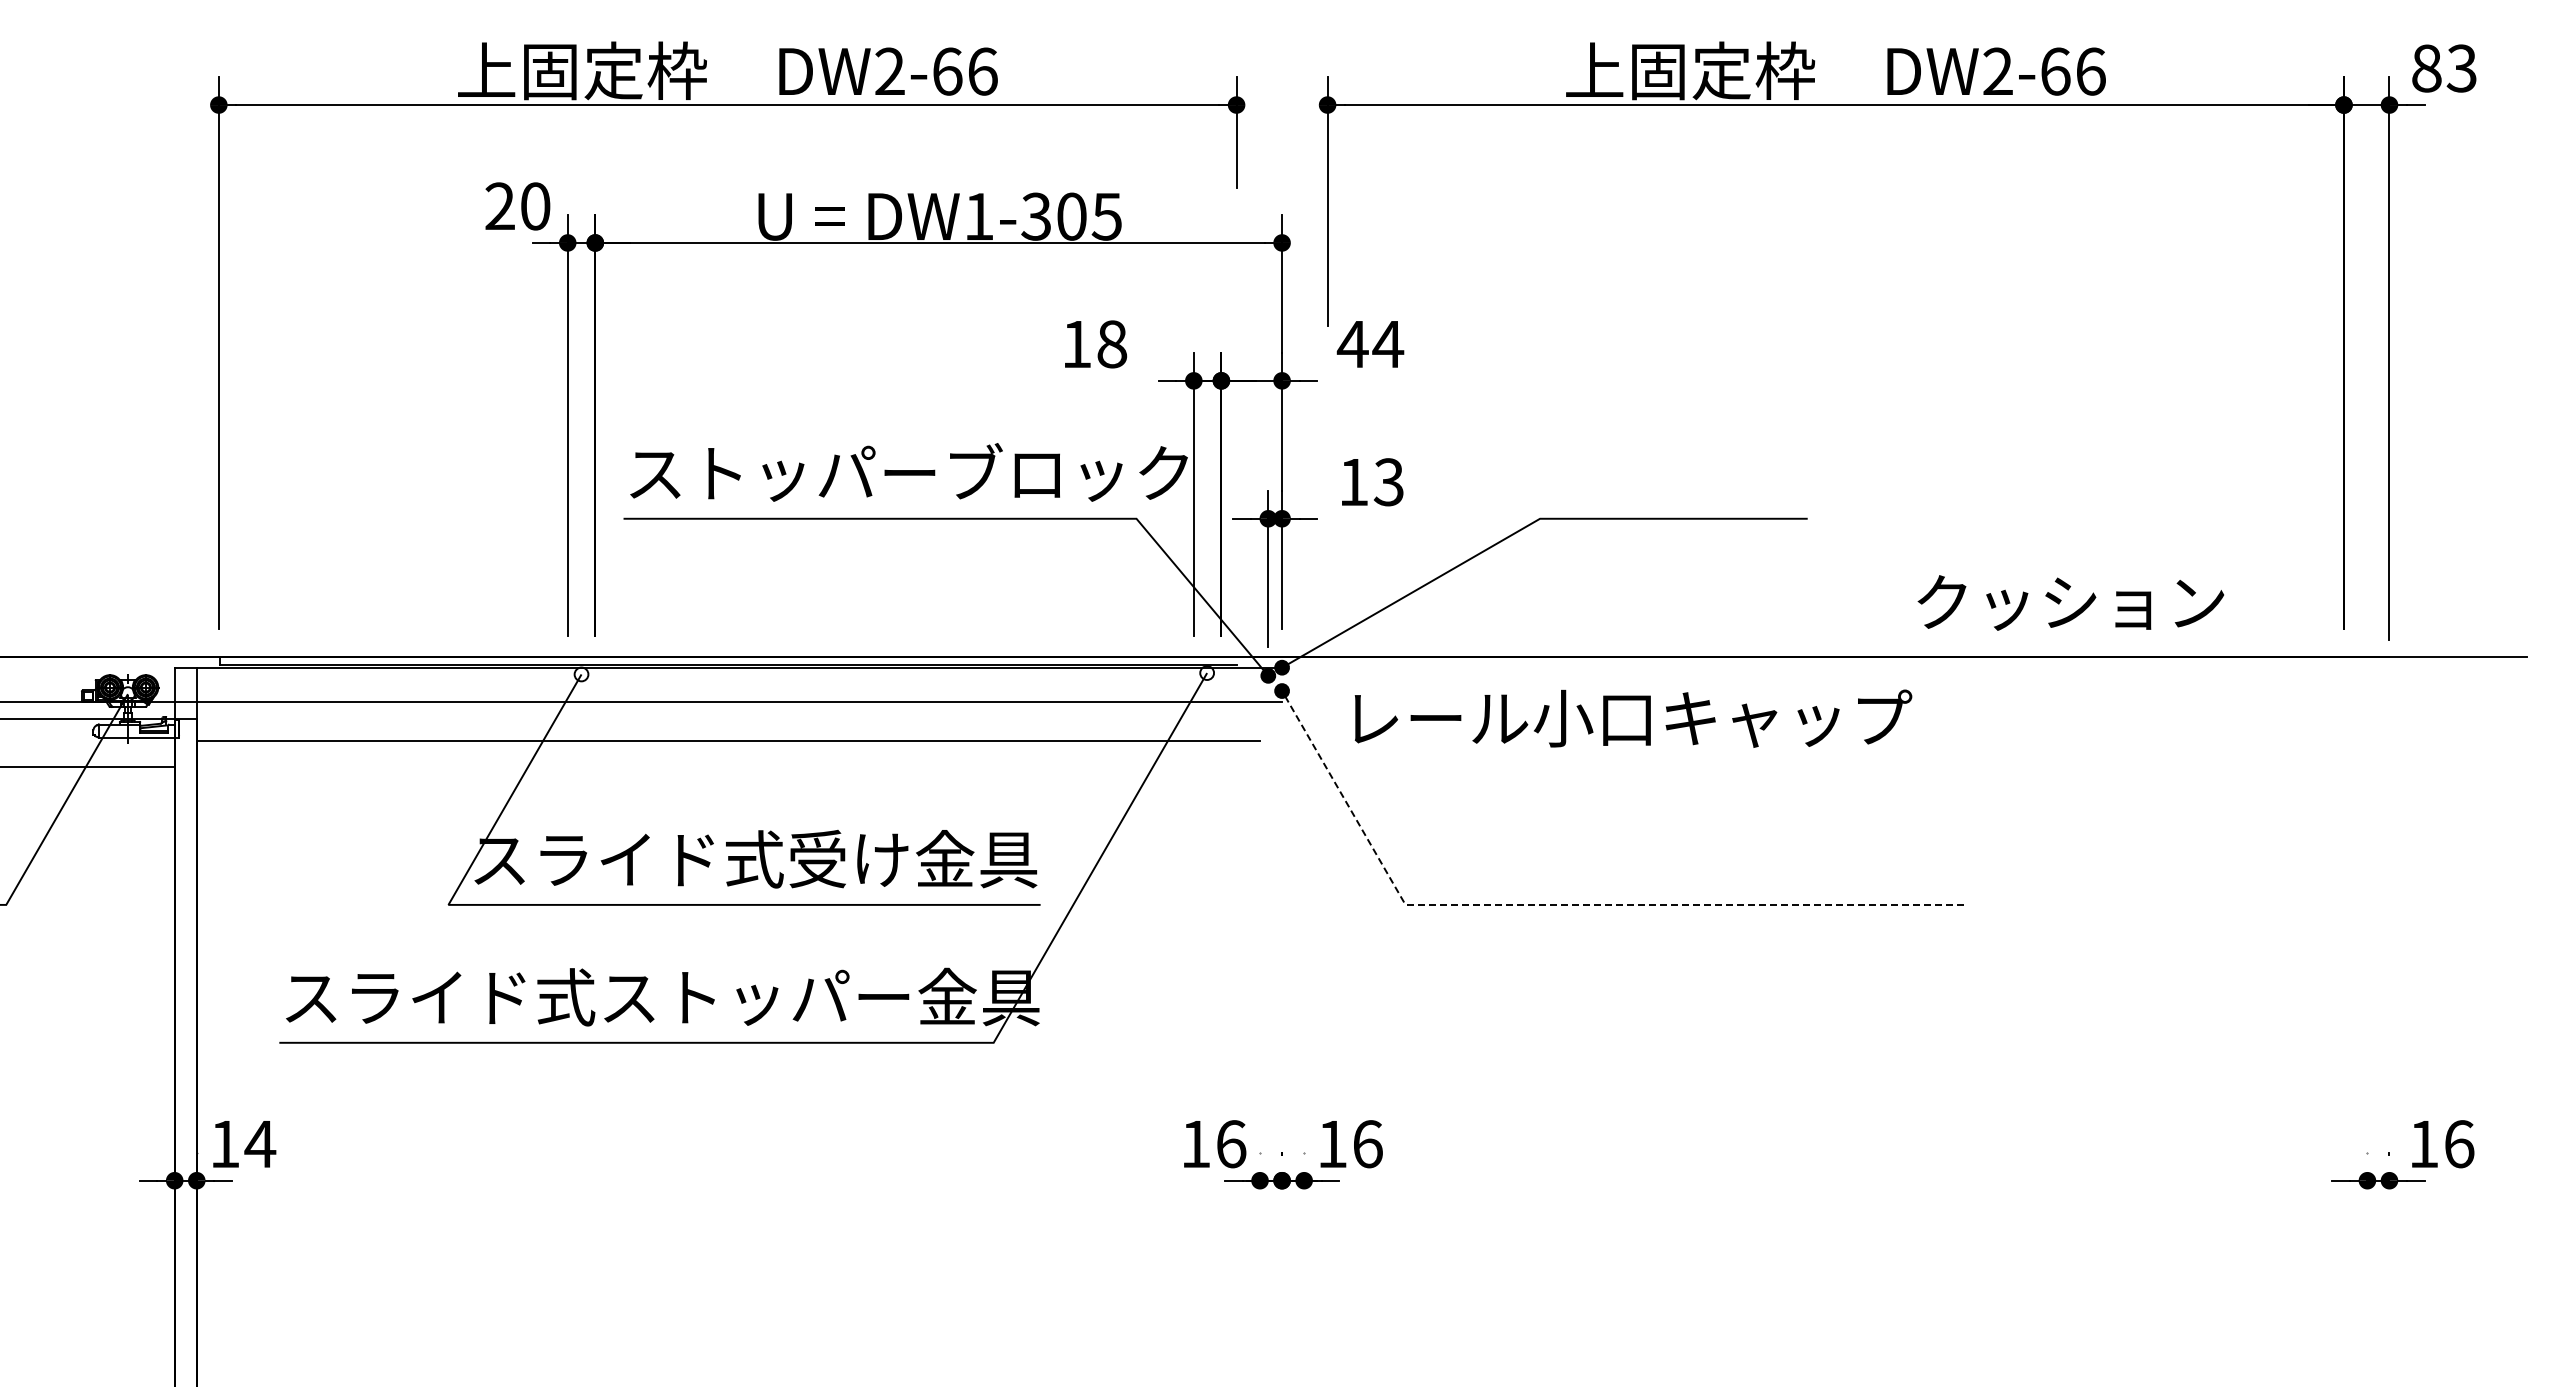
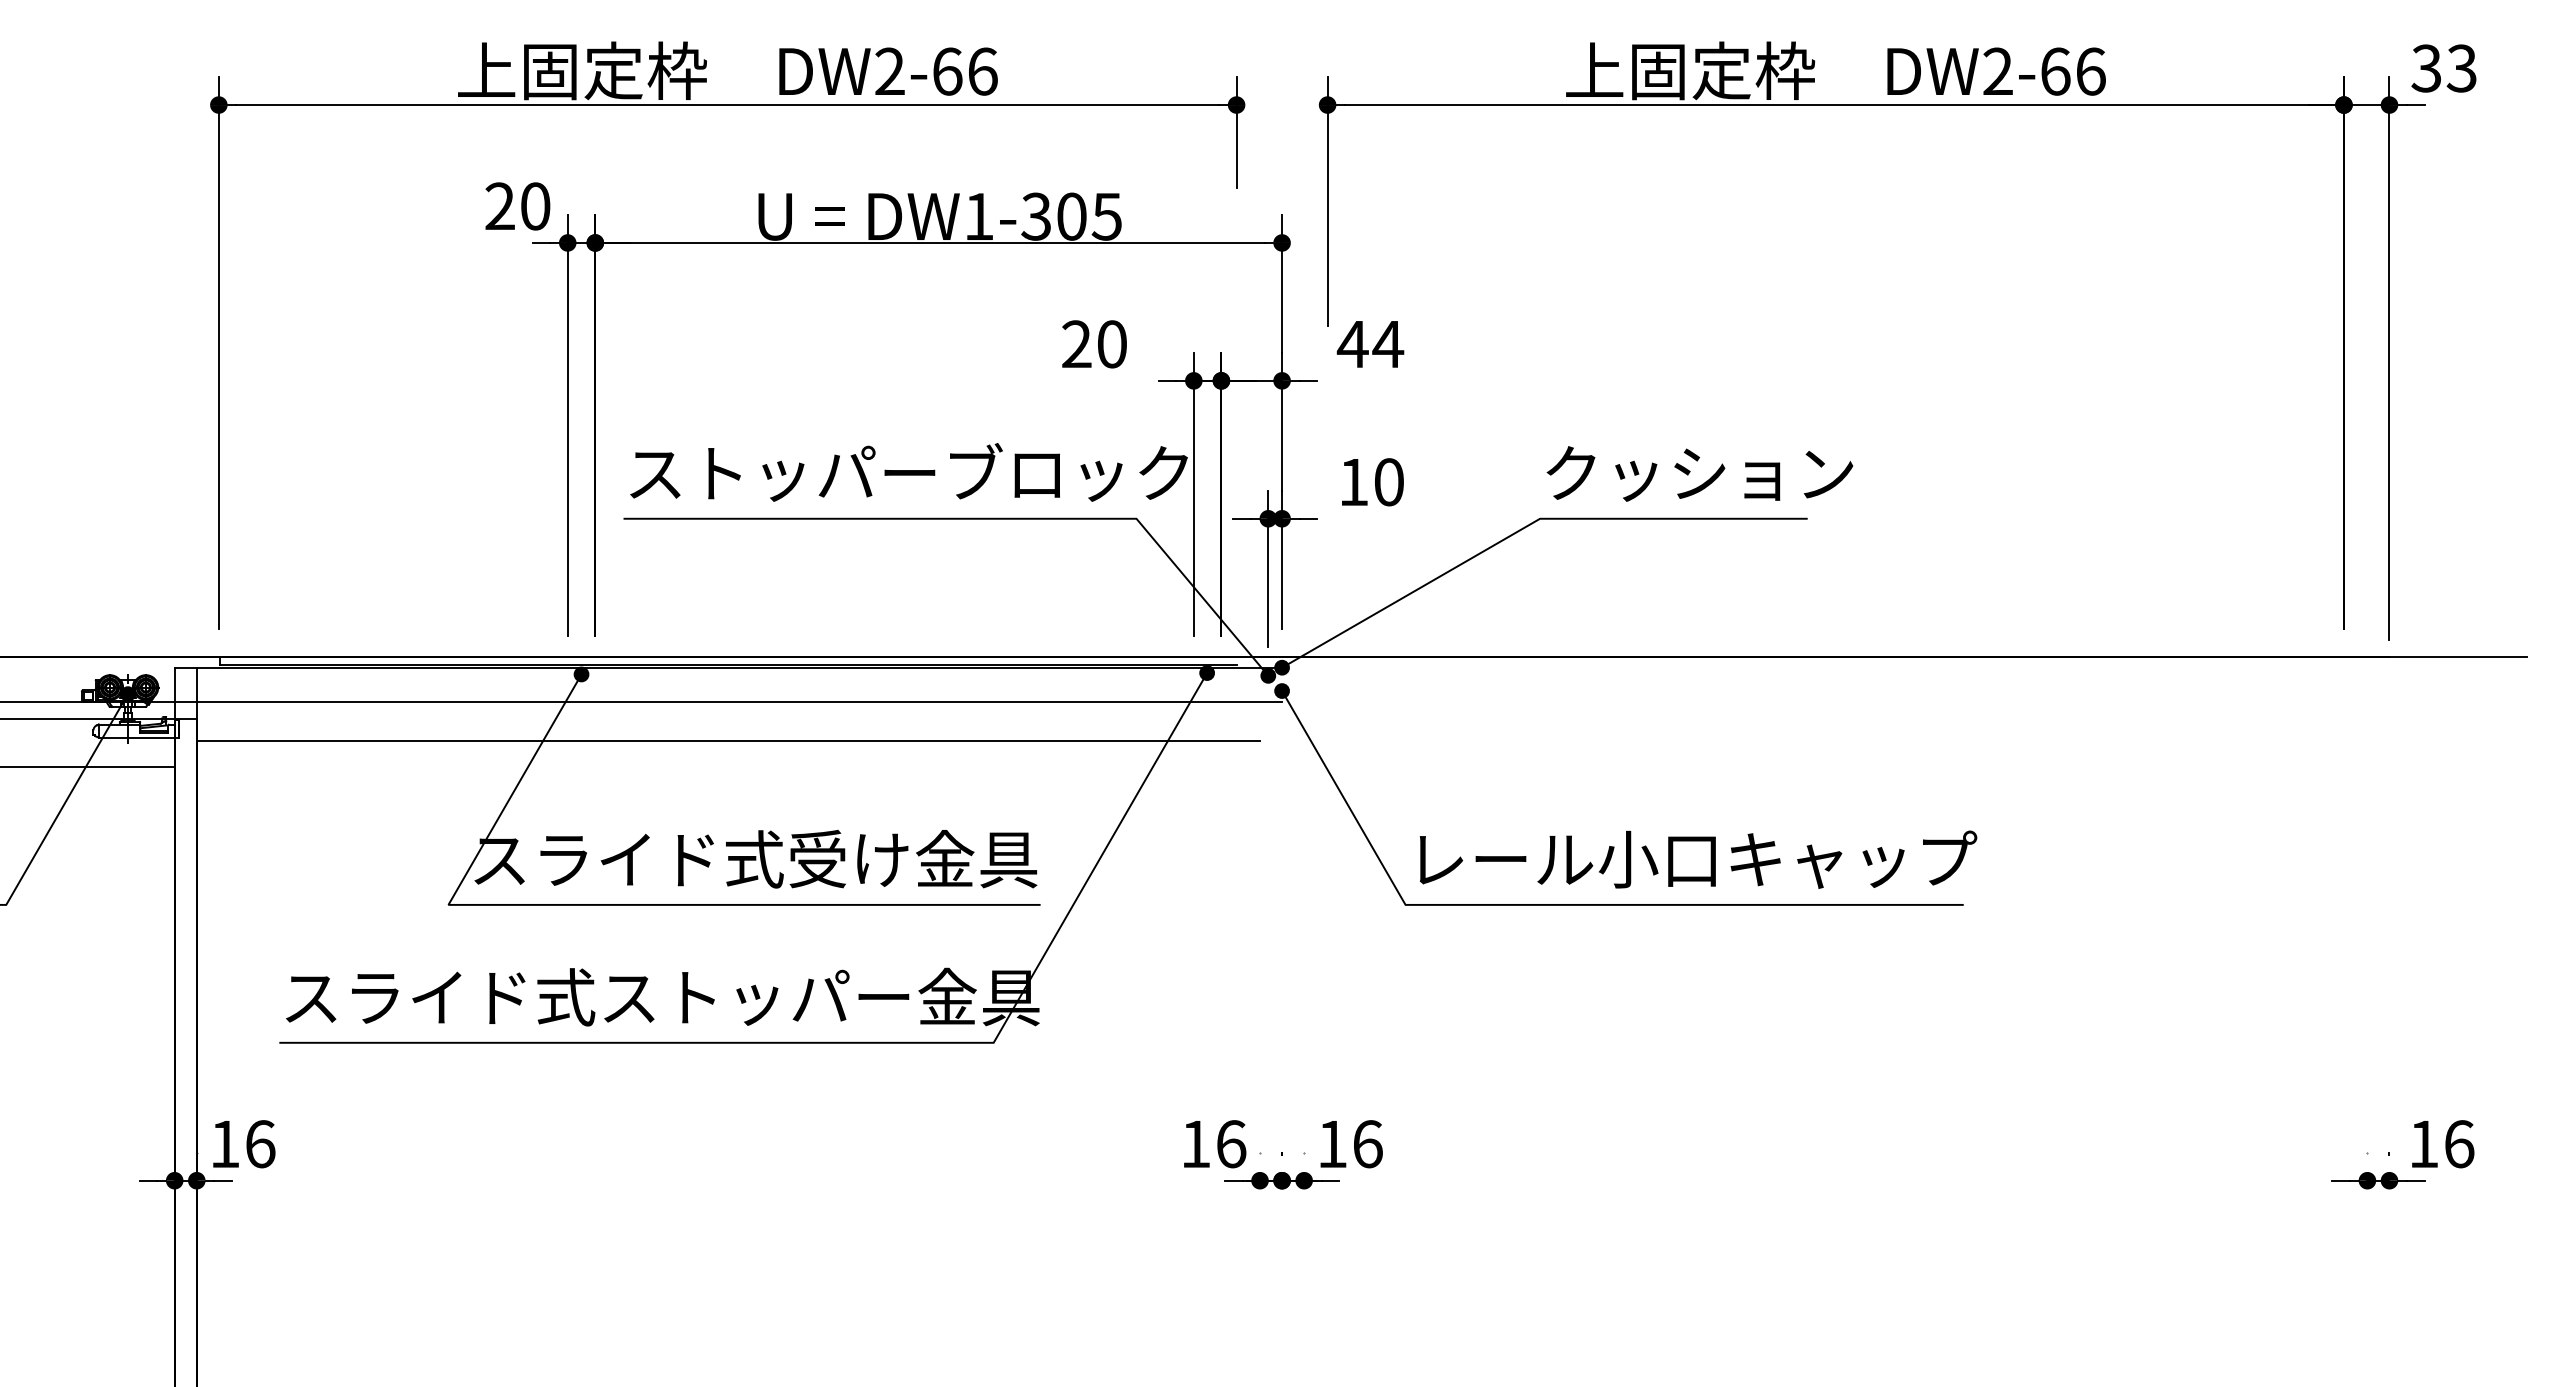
text at (2426, 68): 83 -> 33
text at (1094, 344): 18 -> 20
text at (1388, 482): 13 -> 10
text at (2070, 602) position: (2070, 602) -> (1699, 473)
fill at (1207, 672): none -> present
fill at (581, 674): none -> present
fill at (127, 694): none -> present
text at (1633, 718) position: (1633, 718) -> (1698, 859)
line at (1560, 904): dashed -> solid
text at (260, 1144): 14 -> 16
